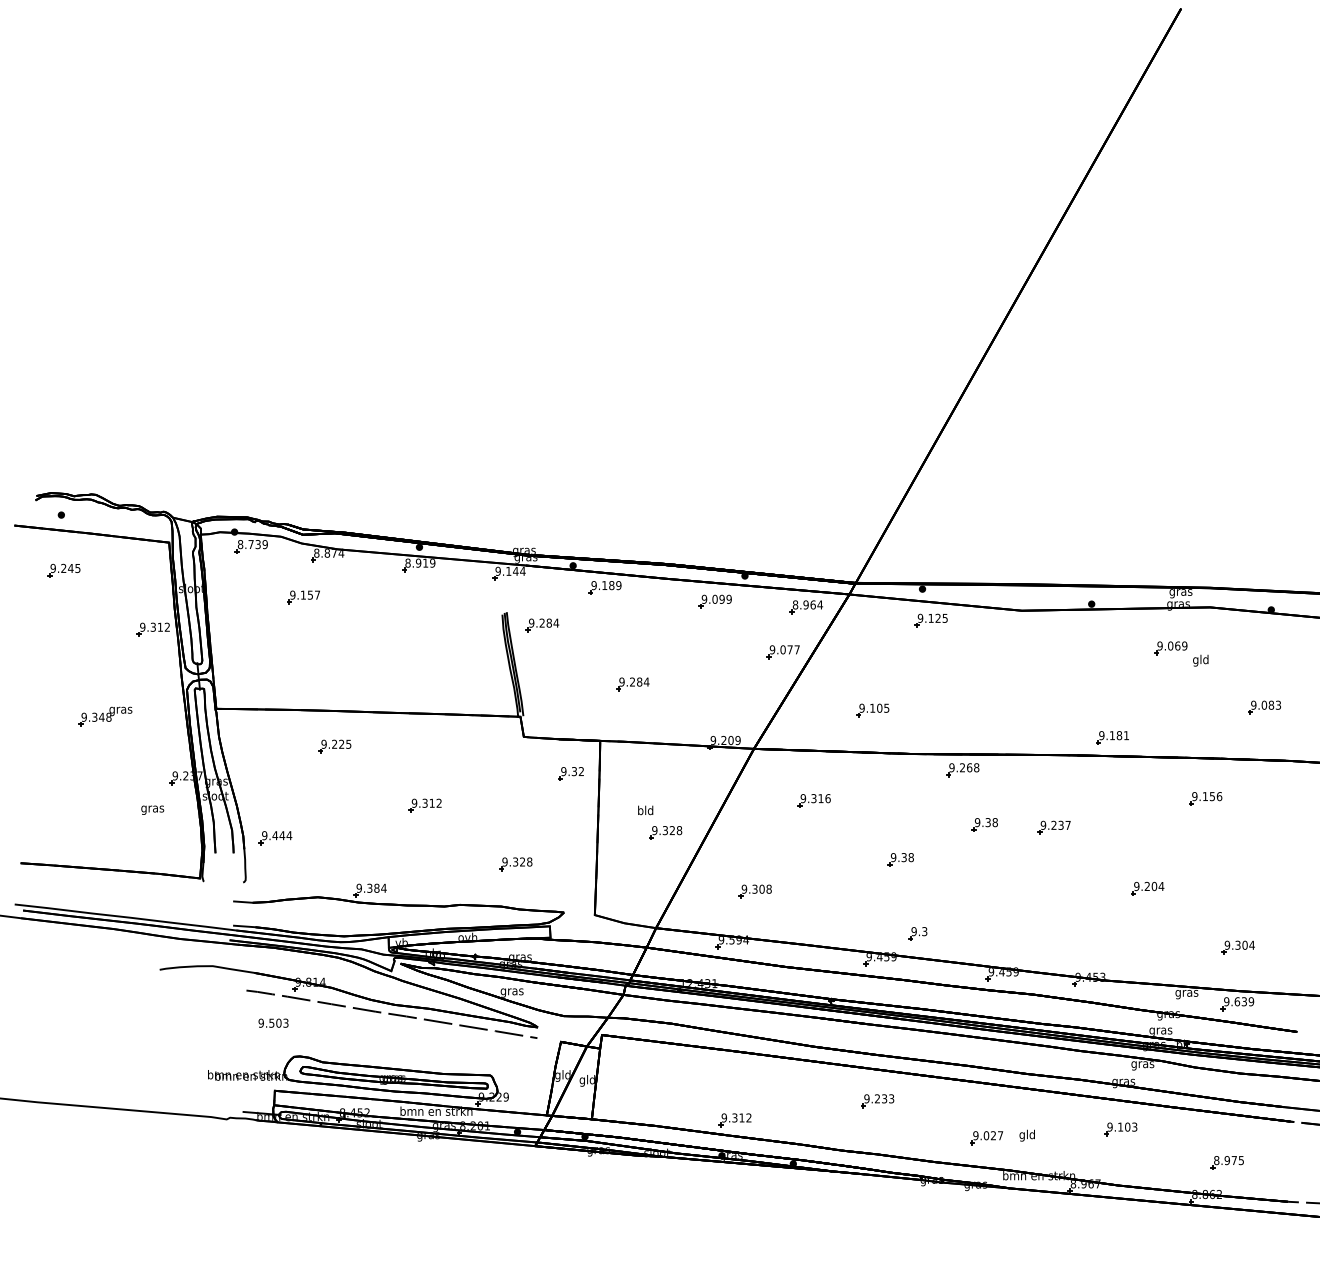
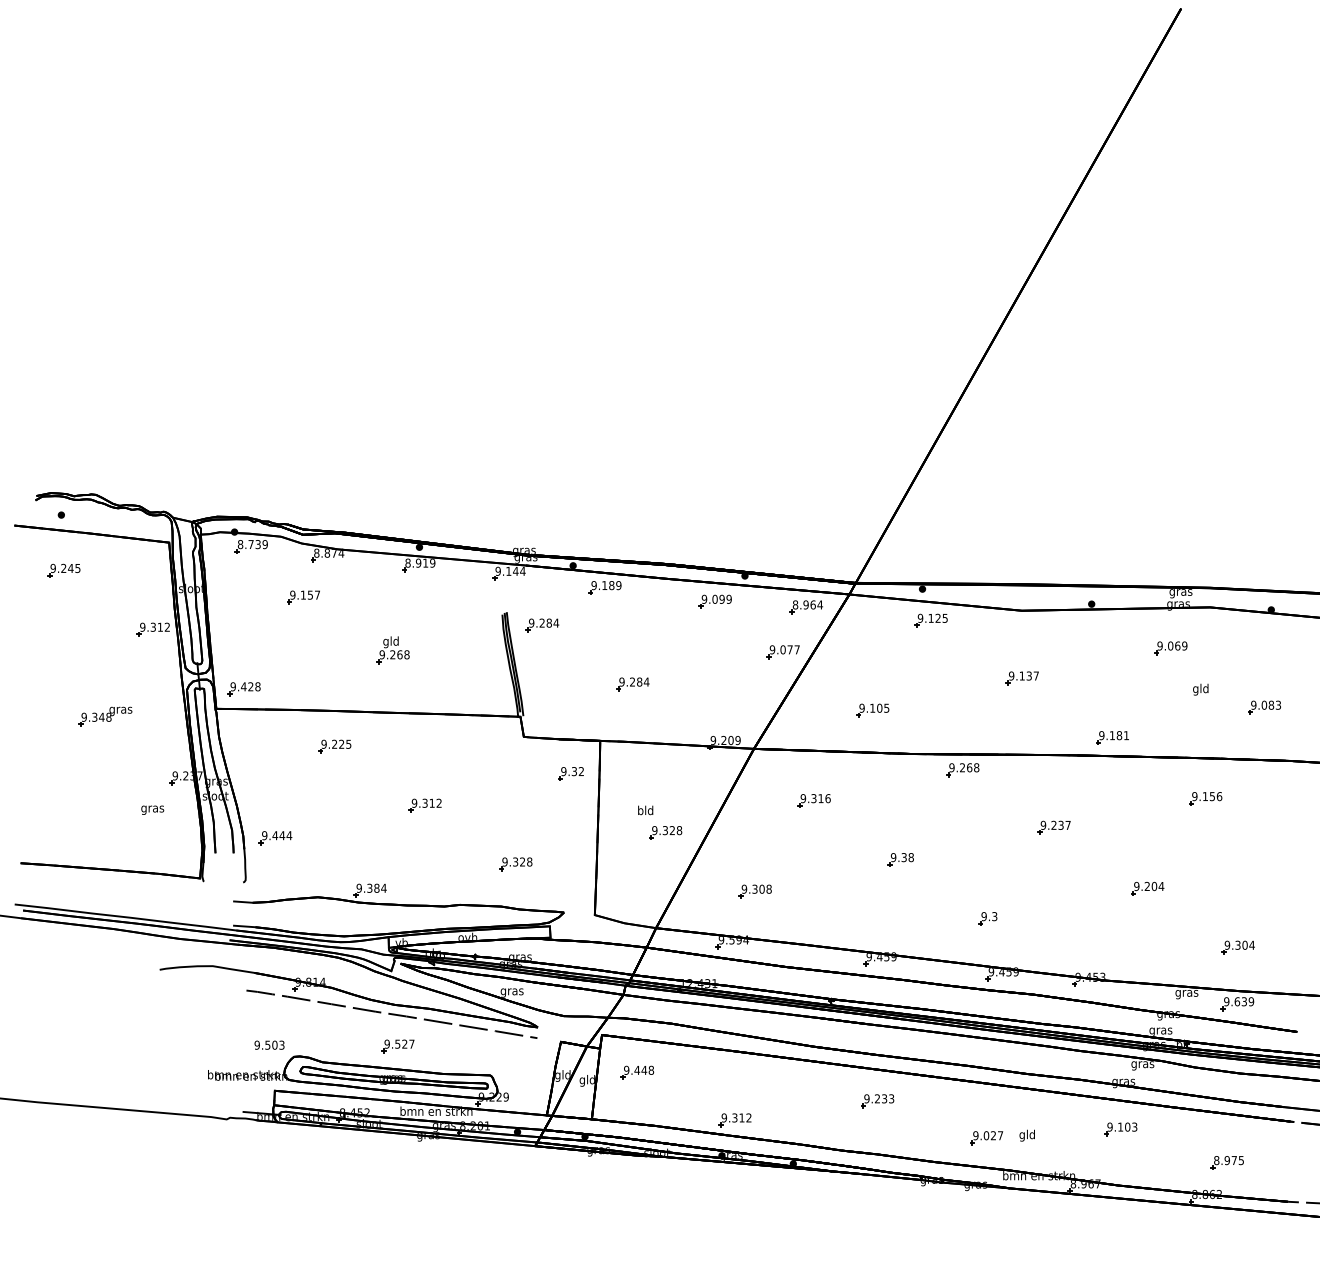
part at (392, 650): none -> present
text at (1200, 660) position: (1200, 660) -> (1200, 689)
part at (1021, 678): none -> present
part at (243, 689): none -> present
part at (984, 824): present -> none
part at (917, 933) position: (917, 933) -> (987, 918)
text at (273, 1022) position: (273, 1022) -> (269, 1044)
part at (397, 1046): none -> present
part at (637, 1072): none -> present
